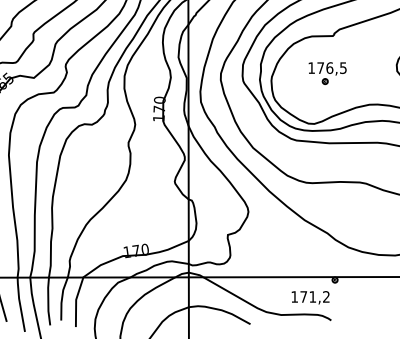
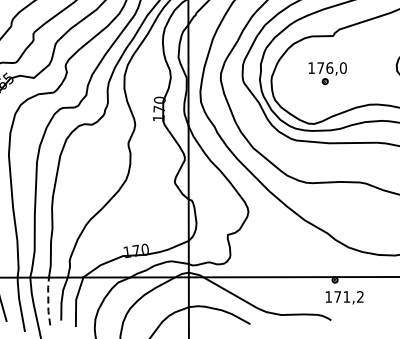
text at (342, 67): 176,5 -> 176,0
text at (310, 297) position: (310, 297) -> (344, 297)
line at (48, 301): solid -> dashed
